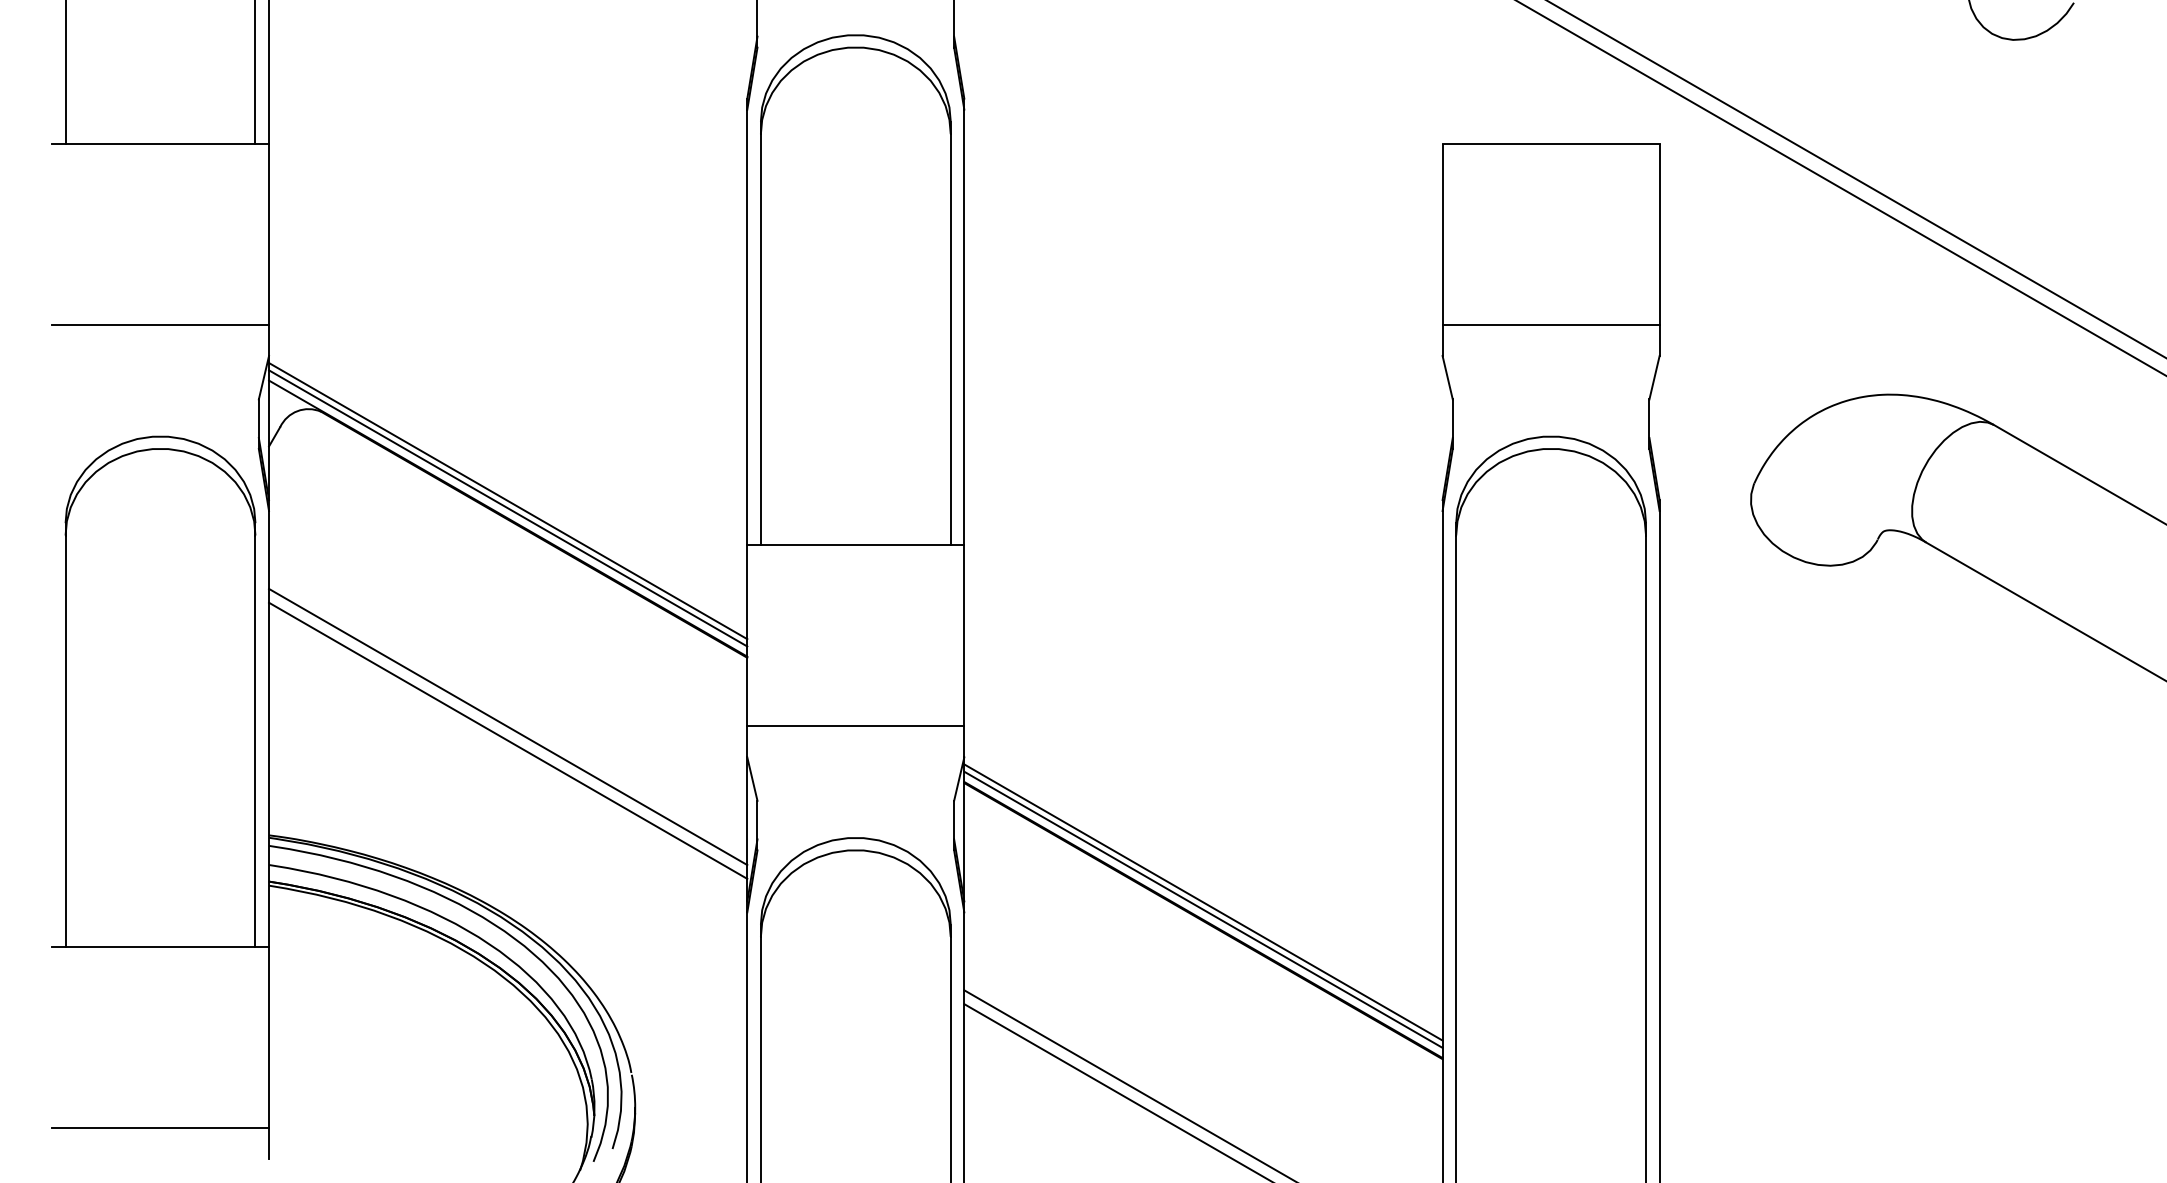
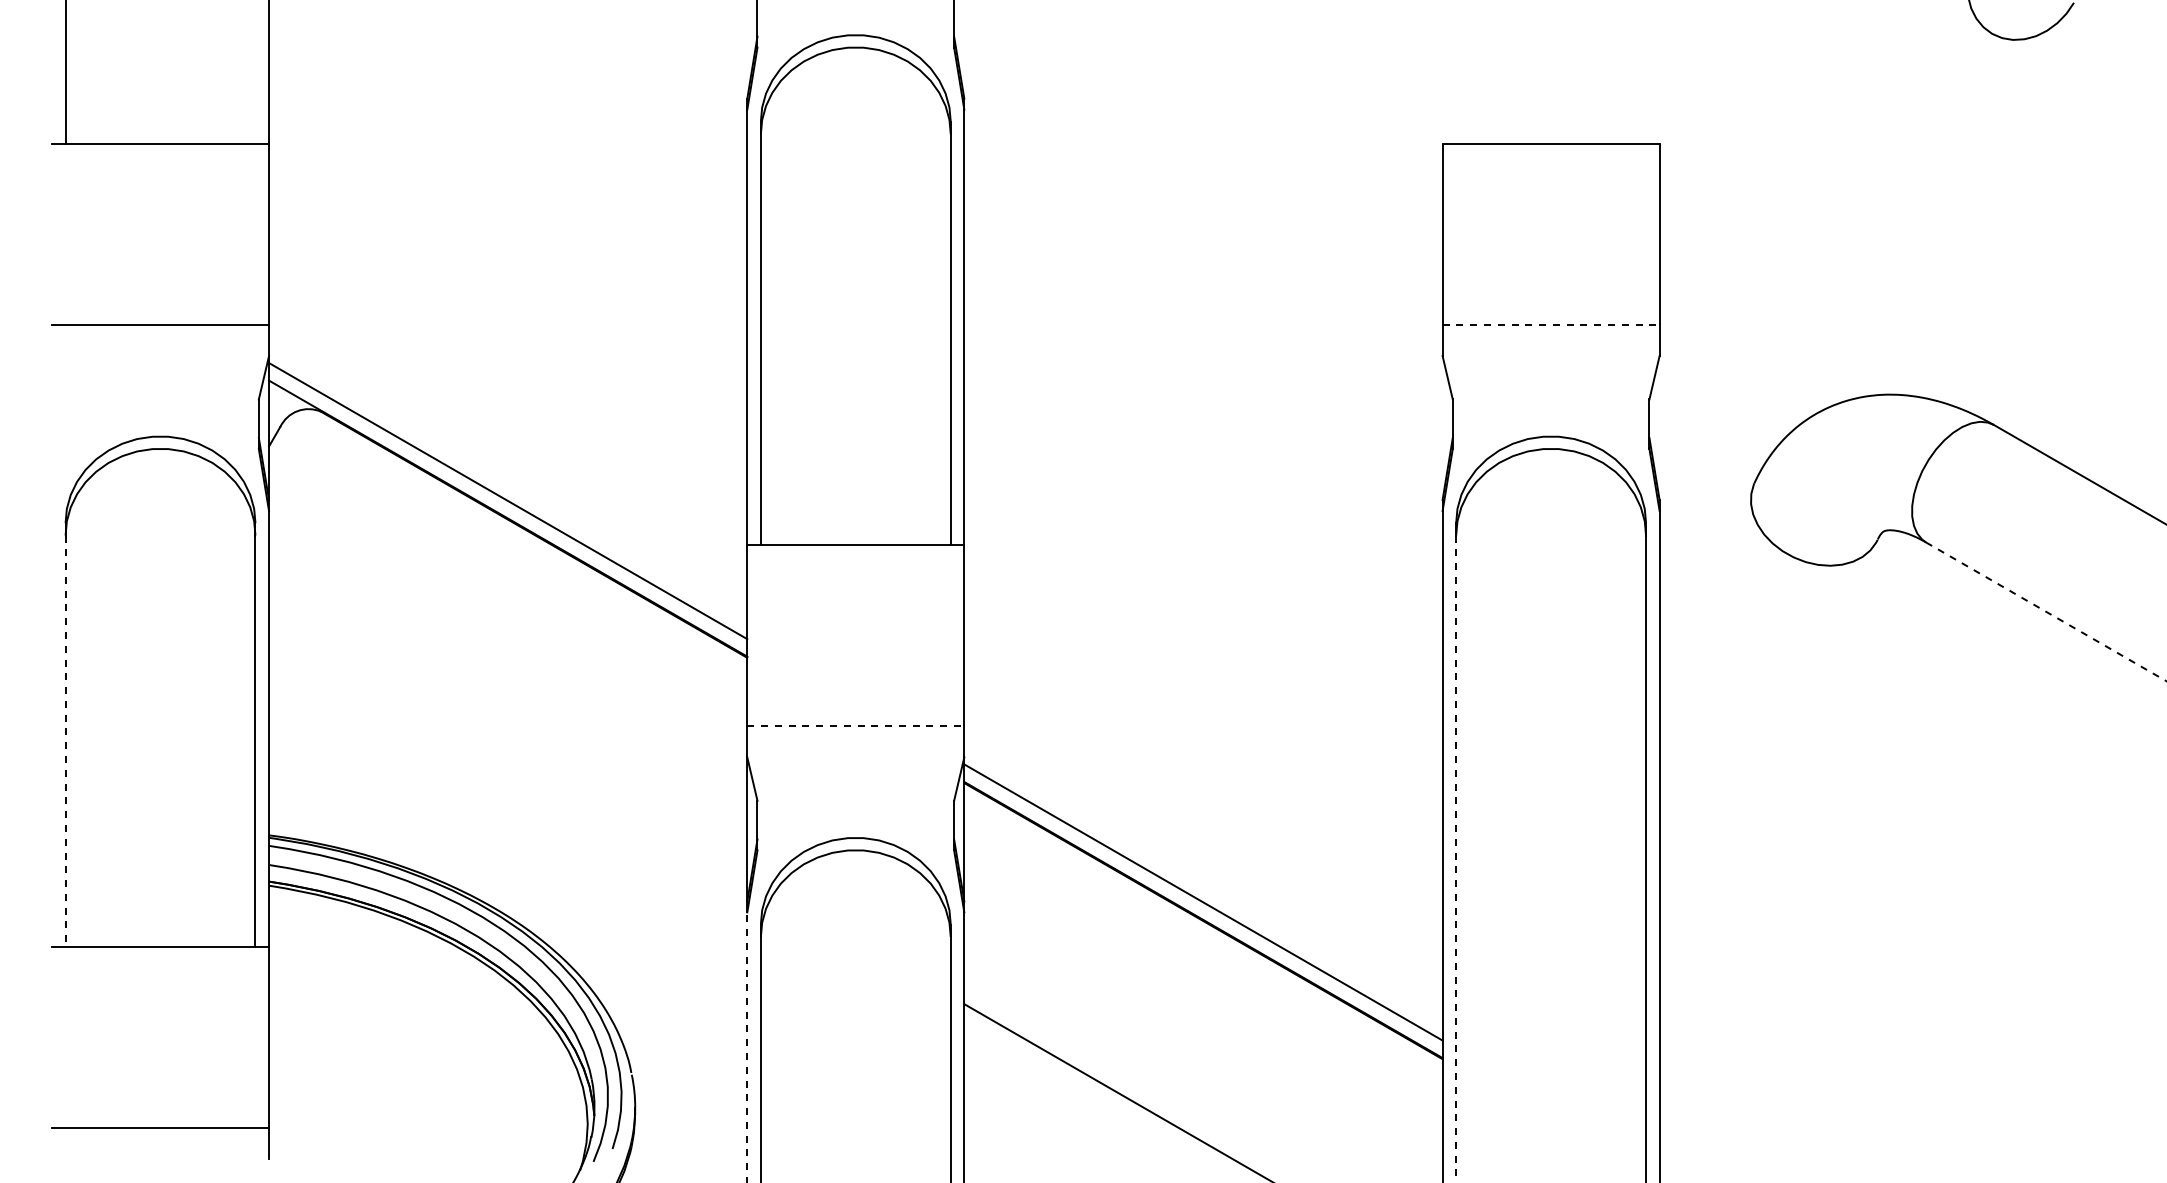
line at (255, 72): present -> none
line at (1856, 179): present -> none
line at (1840, 188): present -> none
line at (1551, 325): solid -> dashed
line at (508, 508): present -> none
line at (2046, 611): solid -> dashed
line at (508, 726): present -> none
line at (855, 726): solid -> dashed
line at (508, 740): present -> none
line at (65, 741): solid -> dashed
line at (1456, 859): solid -> dashed
line at (1203, 909): present -> none
line at (747, 1047): solid -> dashed
line at (1128, 1084): present -> none
